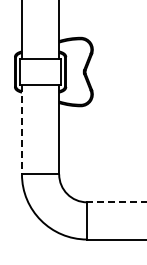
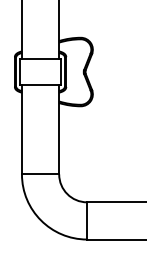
line at (21, 129): dashed -> solid
line at (116, 202): dashed -> solid
